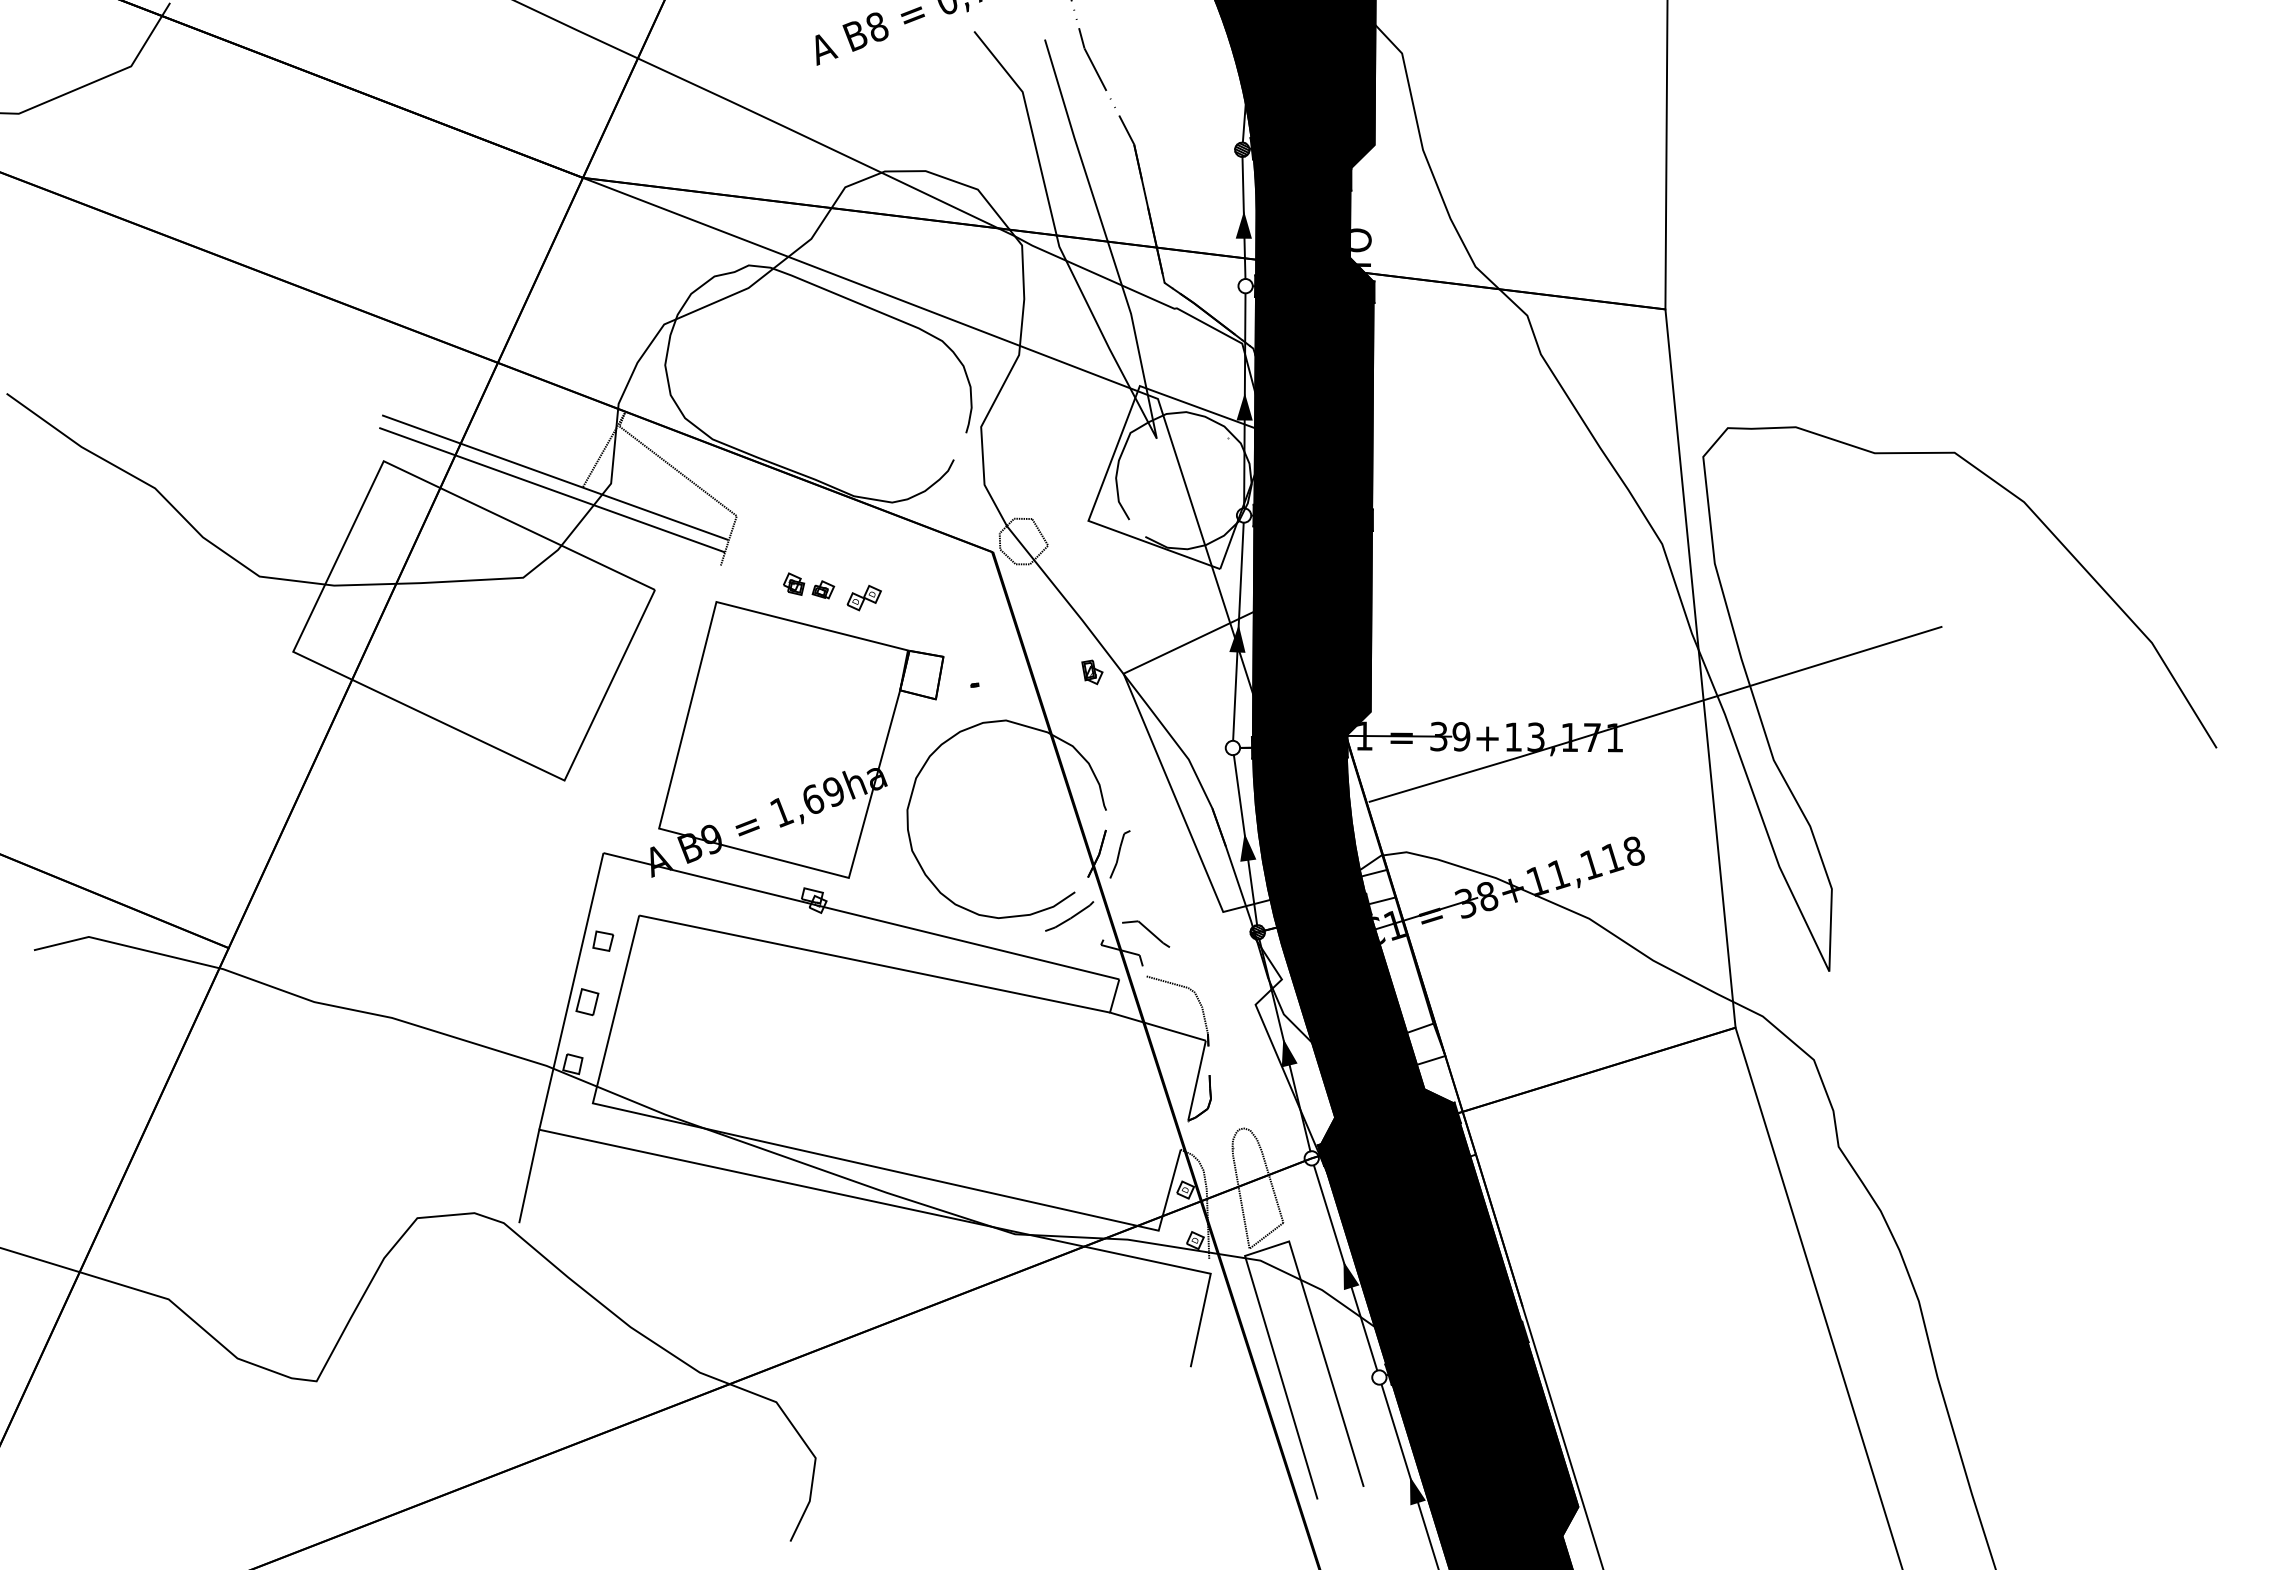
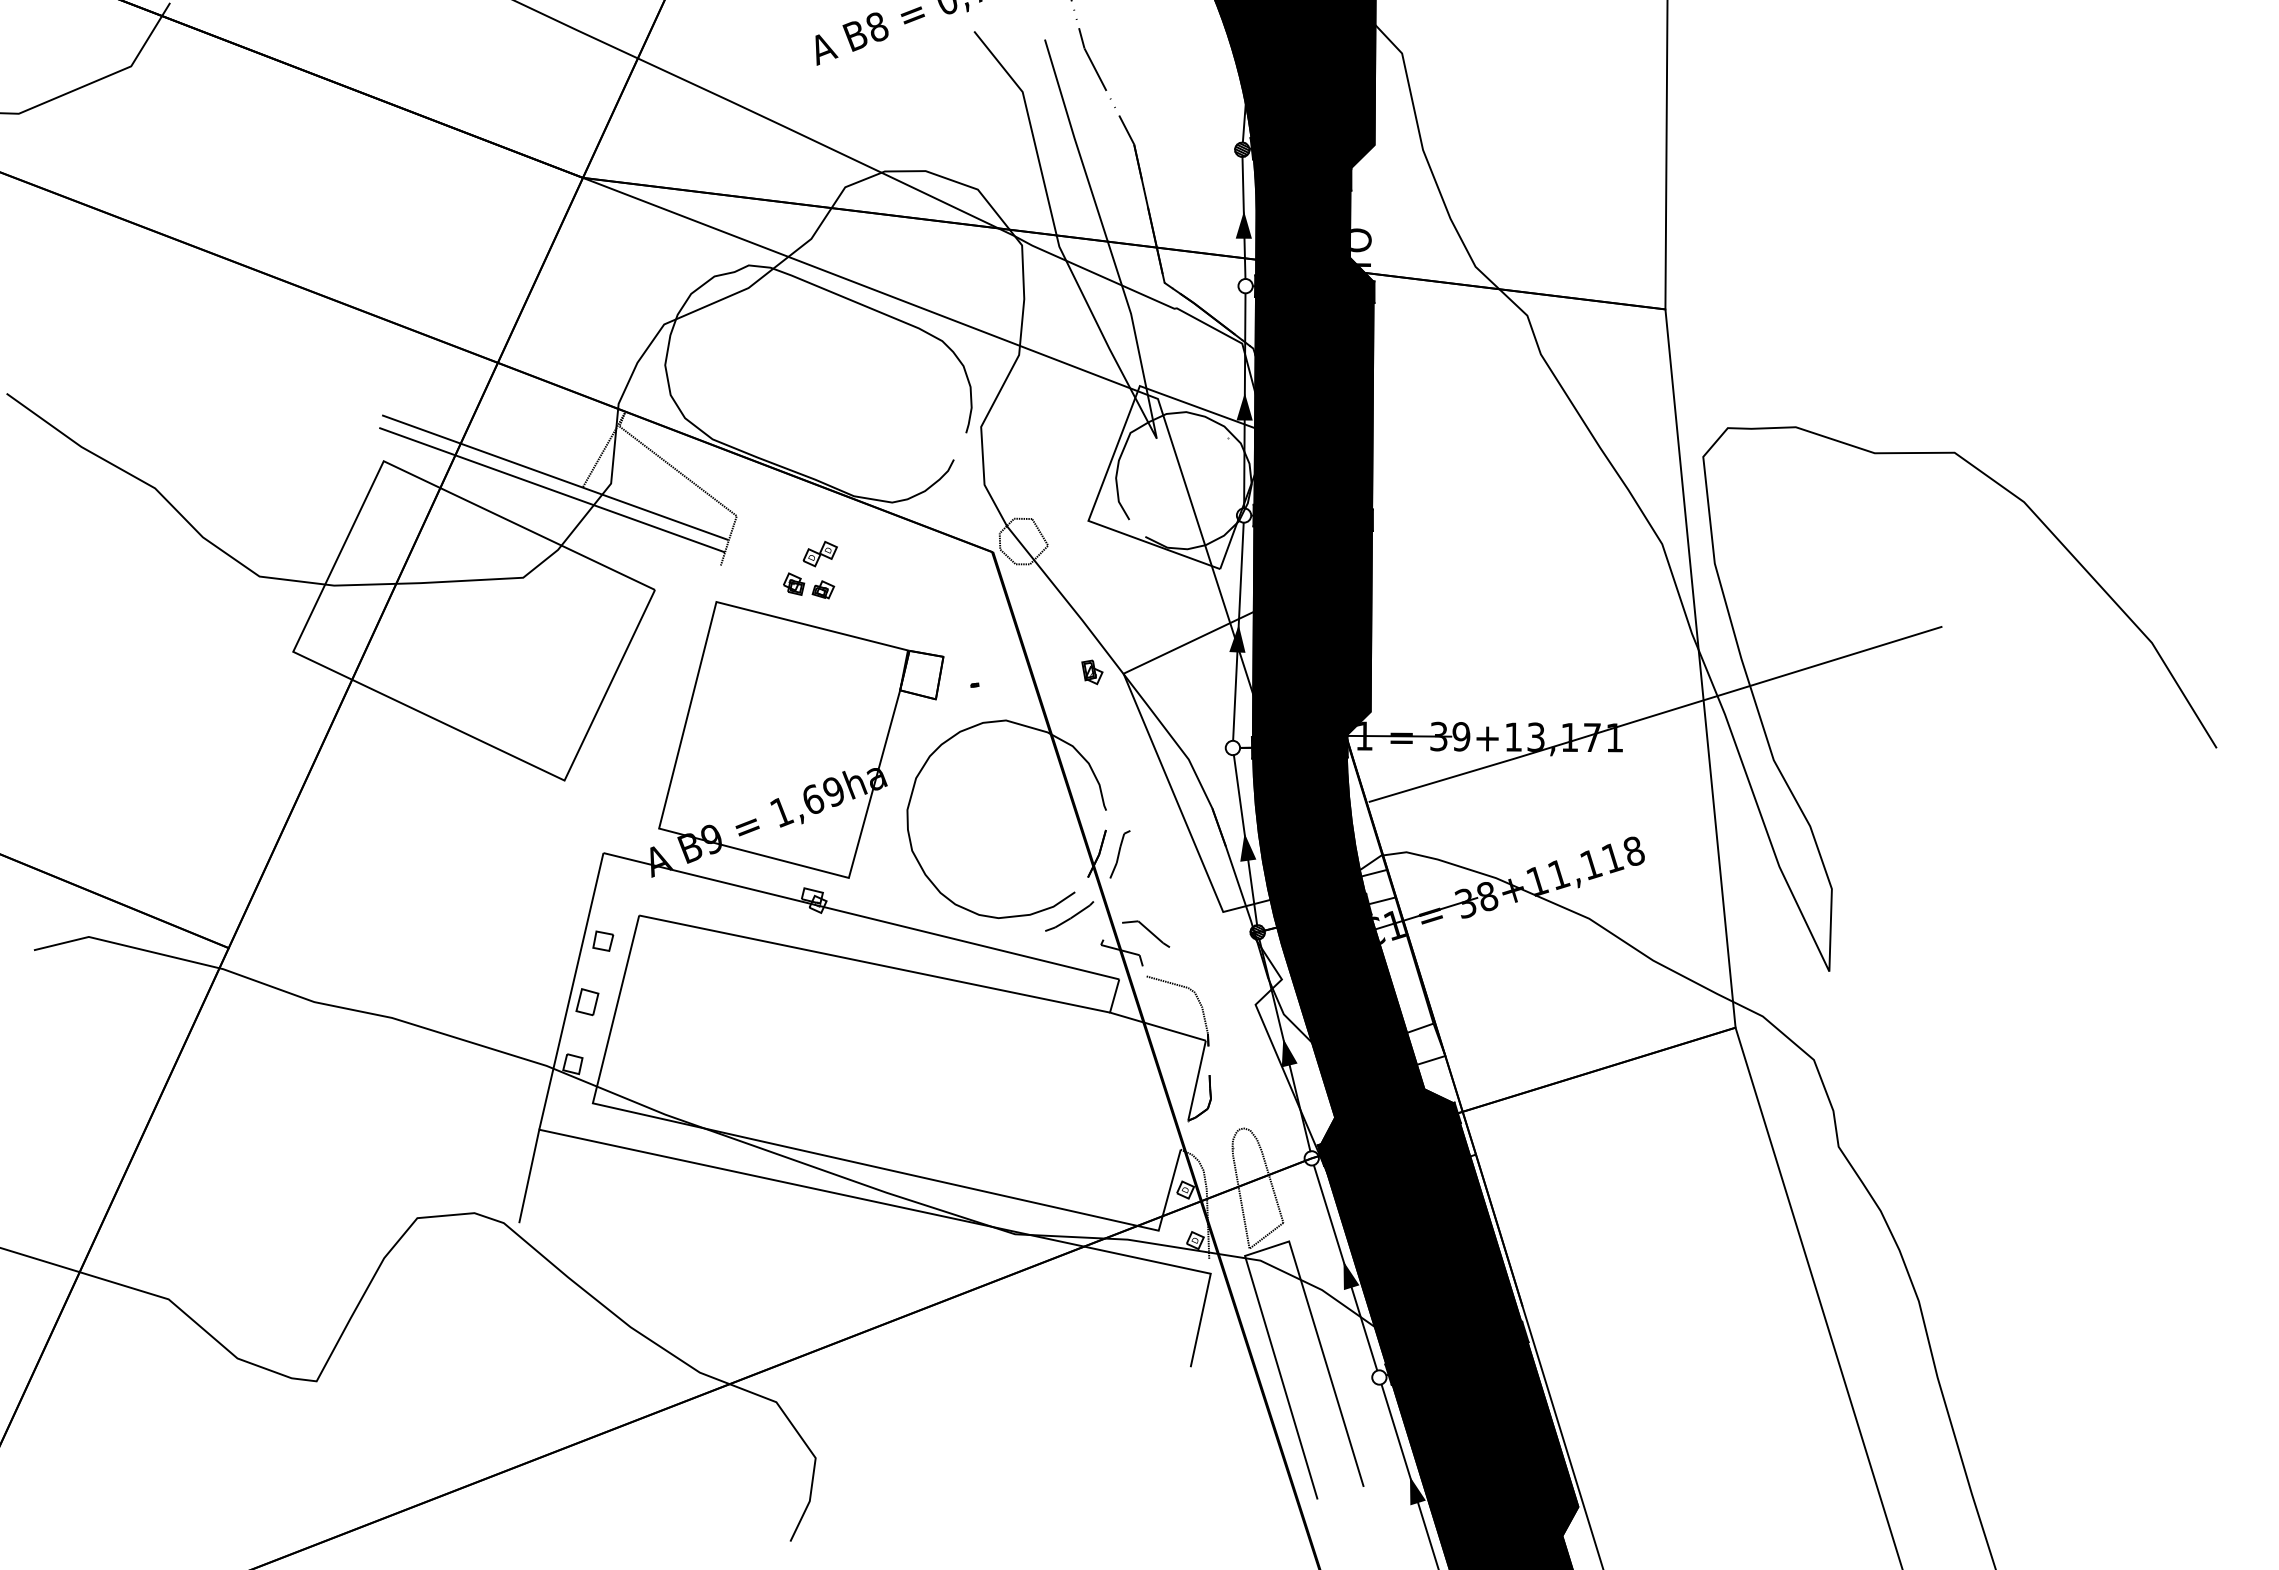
part at (863, 598) position: (863, 598) -> (819, 554)
